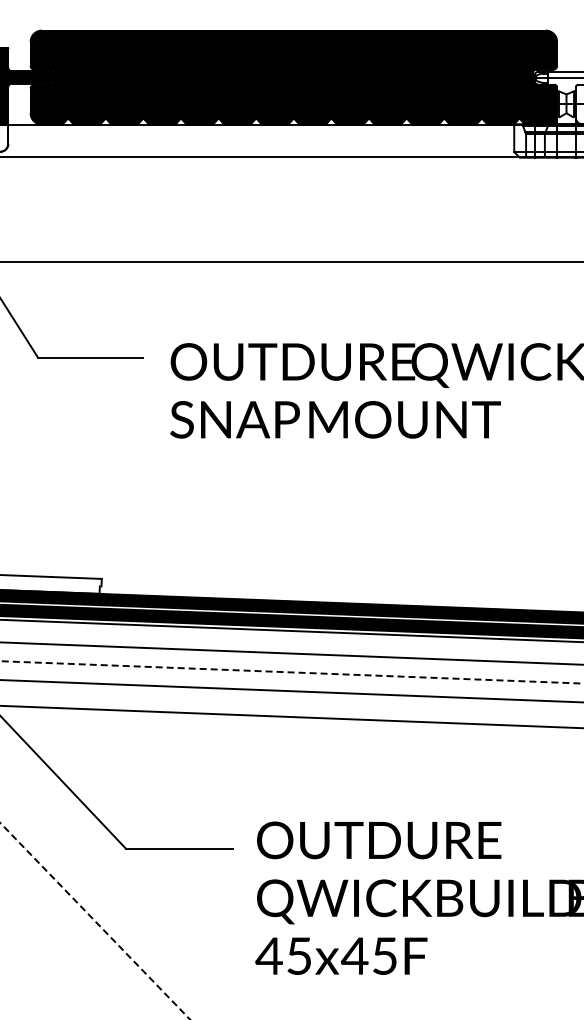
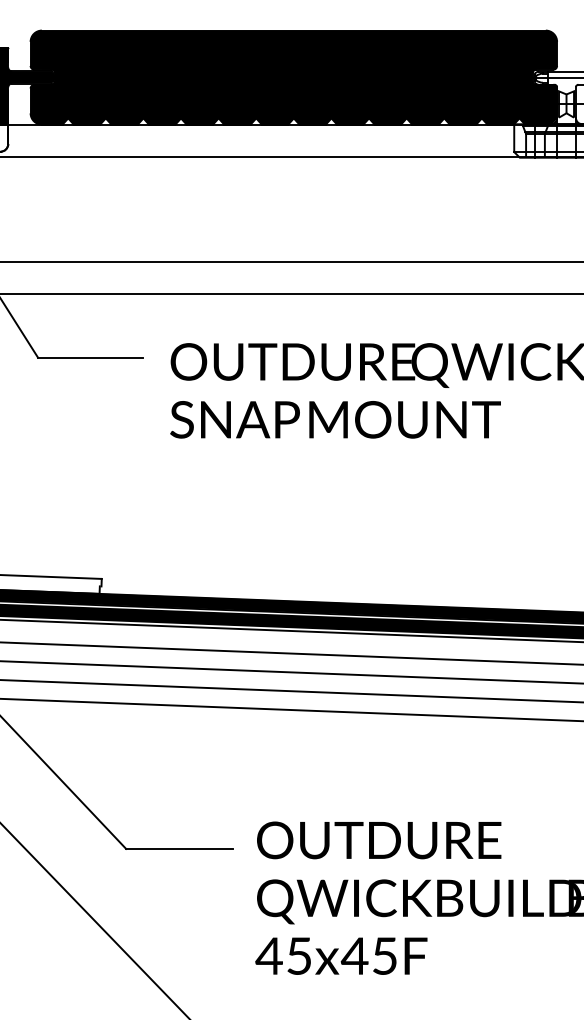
line at (291, 293): none -> present
line at (292, 672): dashed -> solid
line at (291, 716) position: (291, 716) -> (291, 709)
line at (95, 921): dashed -> solid
